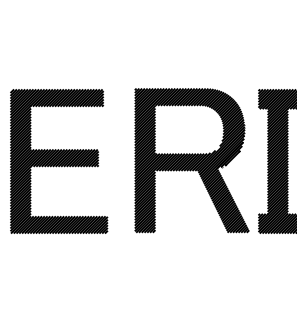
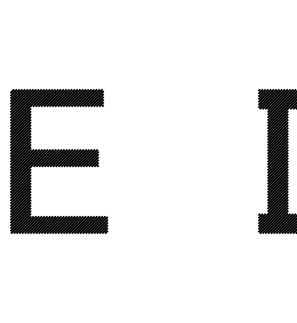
part at (191, 160): present -> none
